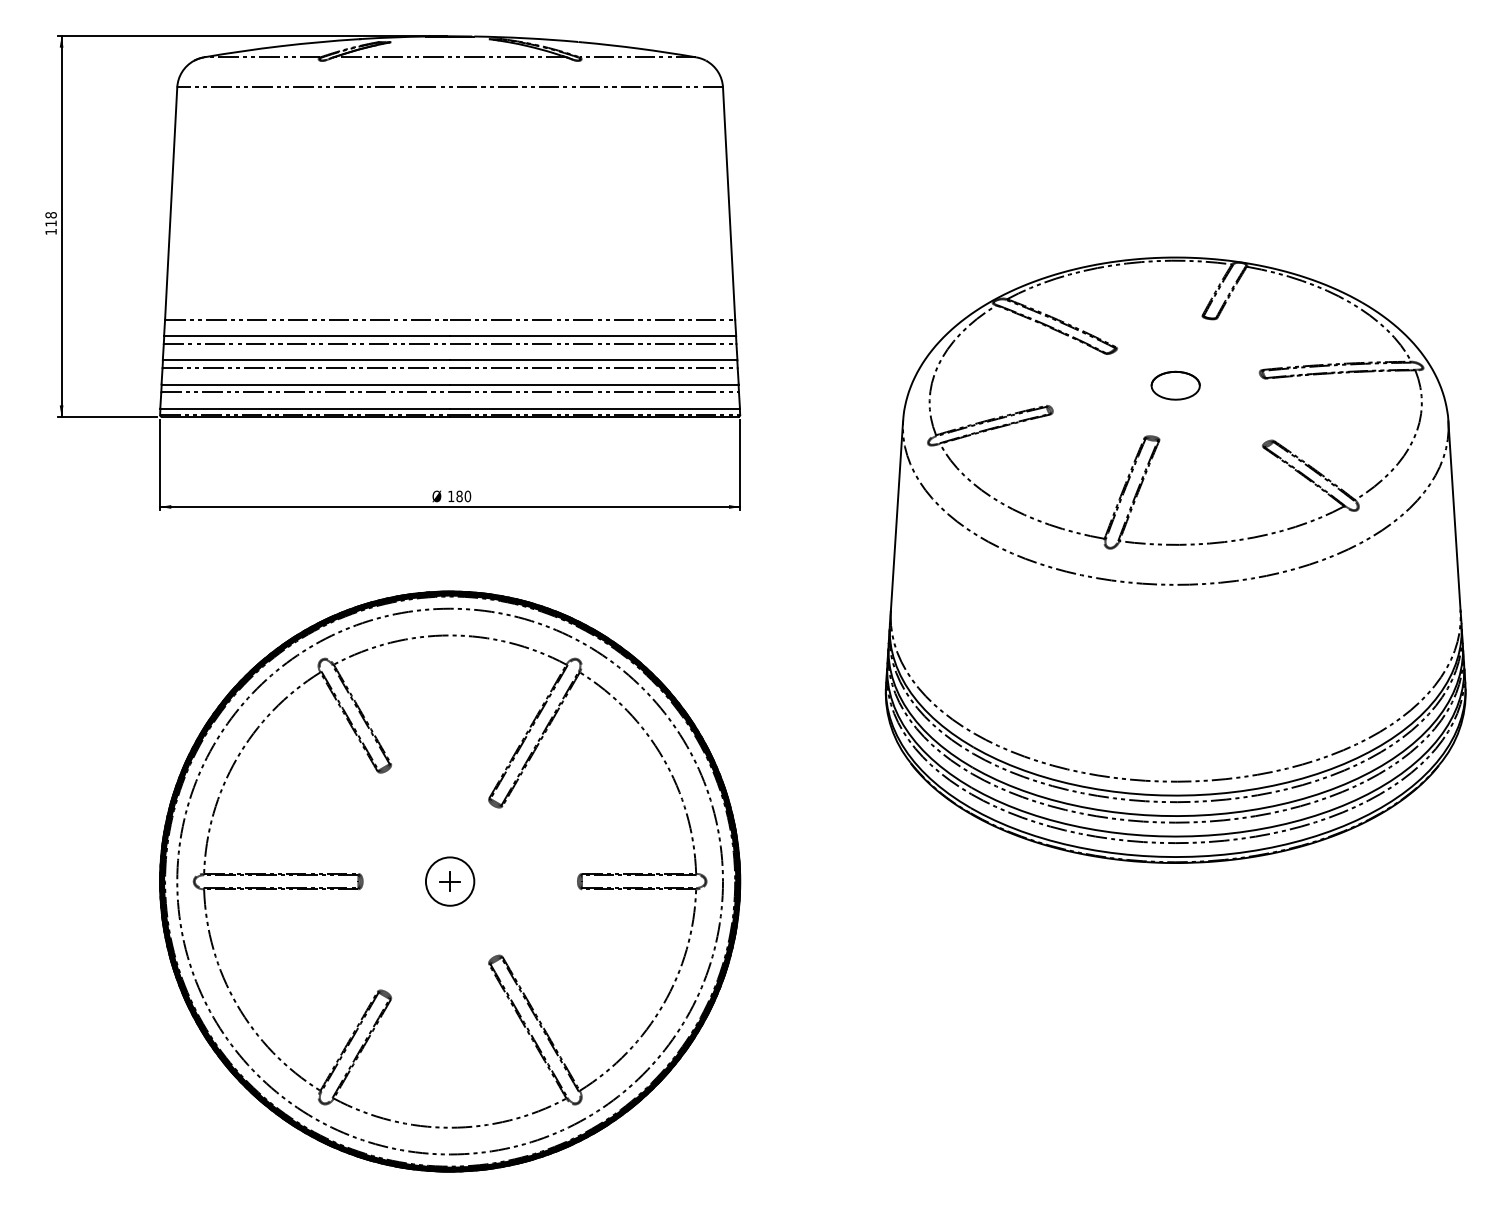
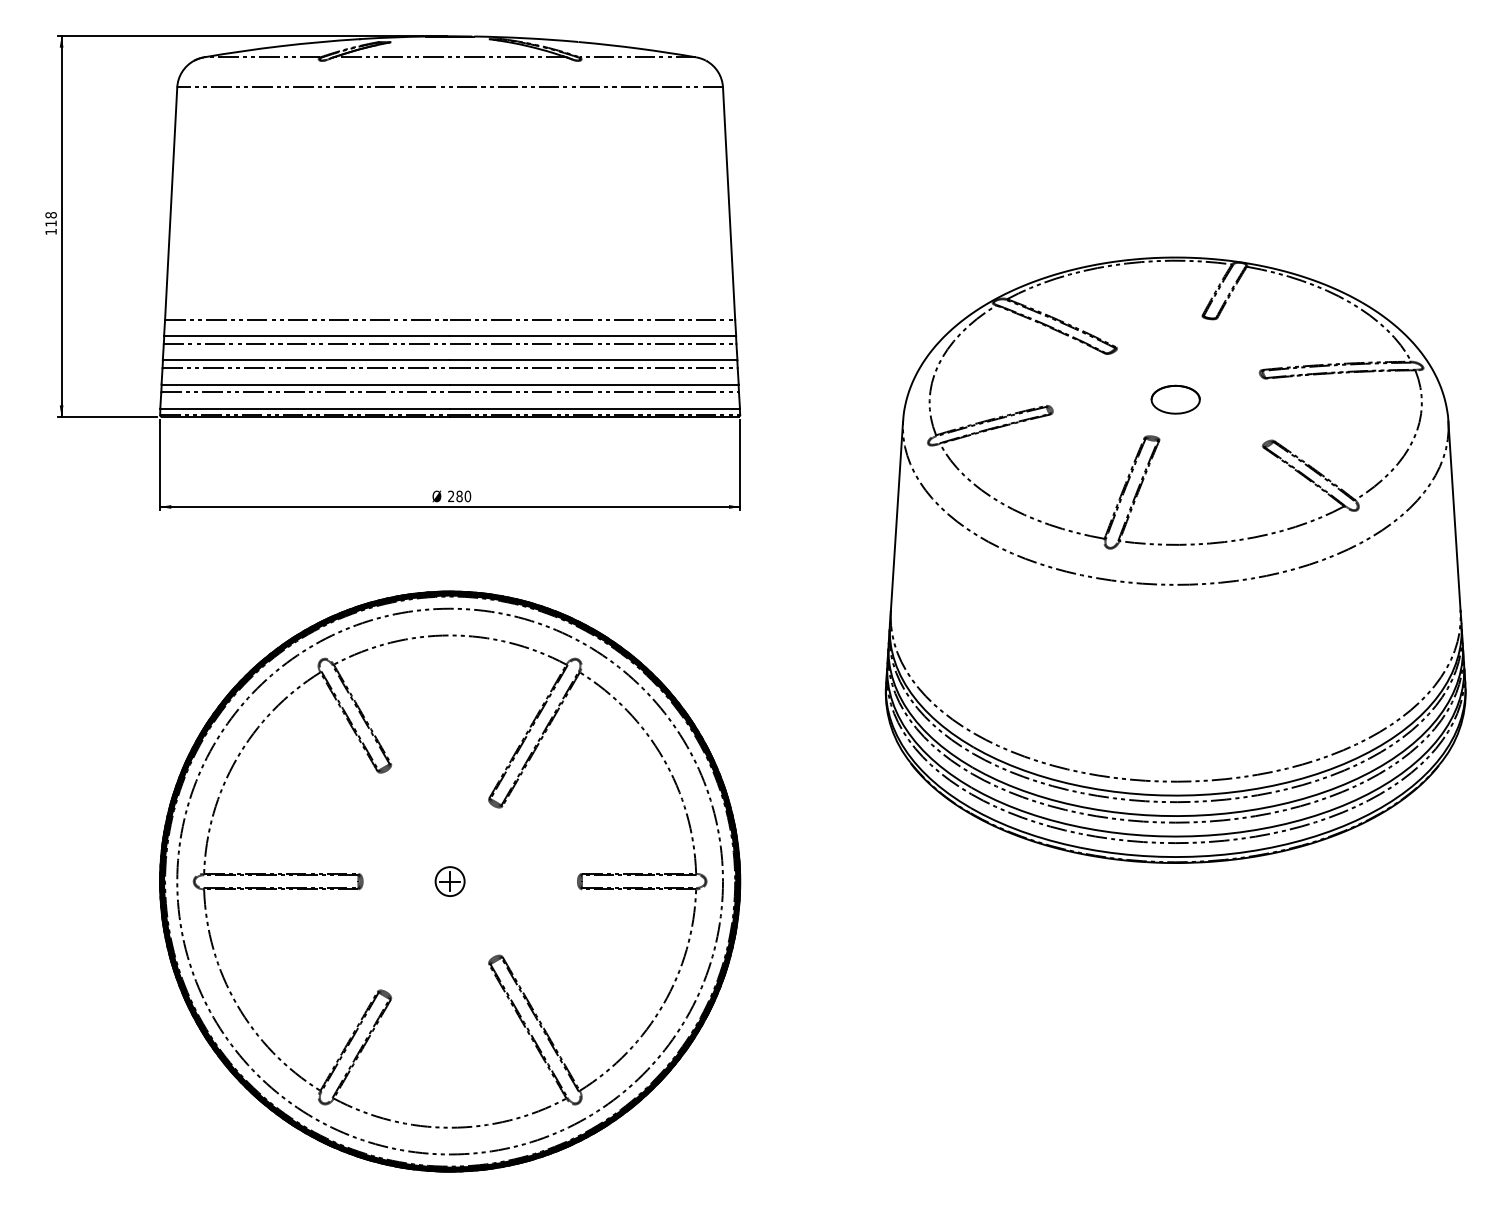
part at (1175, 385) position: (1175, 385) -> (1175, 399)
text at (451, 495): 180 -> 280
circle at (449, 881) diameter: 48 px -> 29 px
